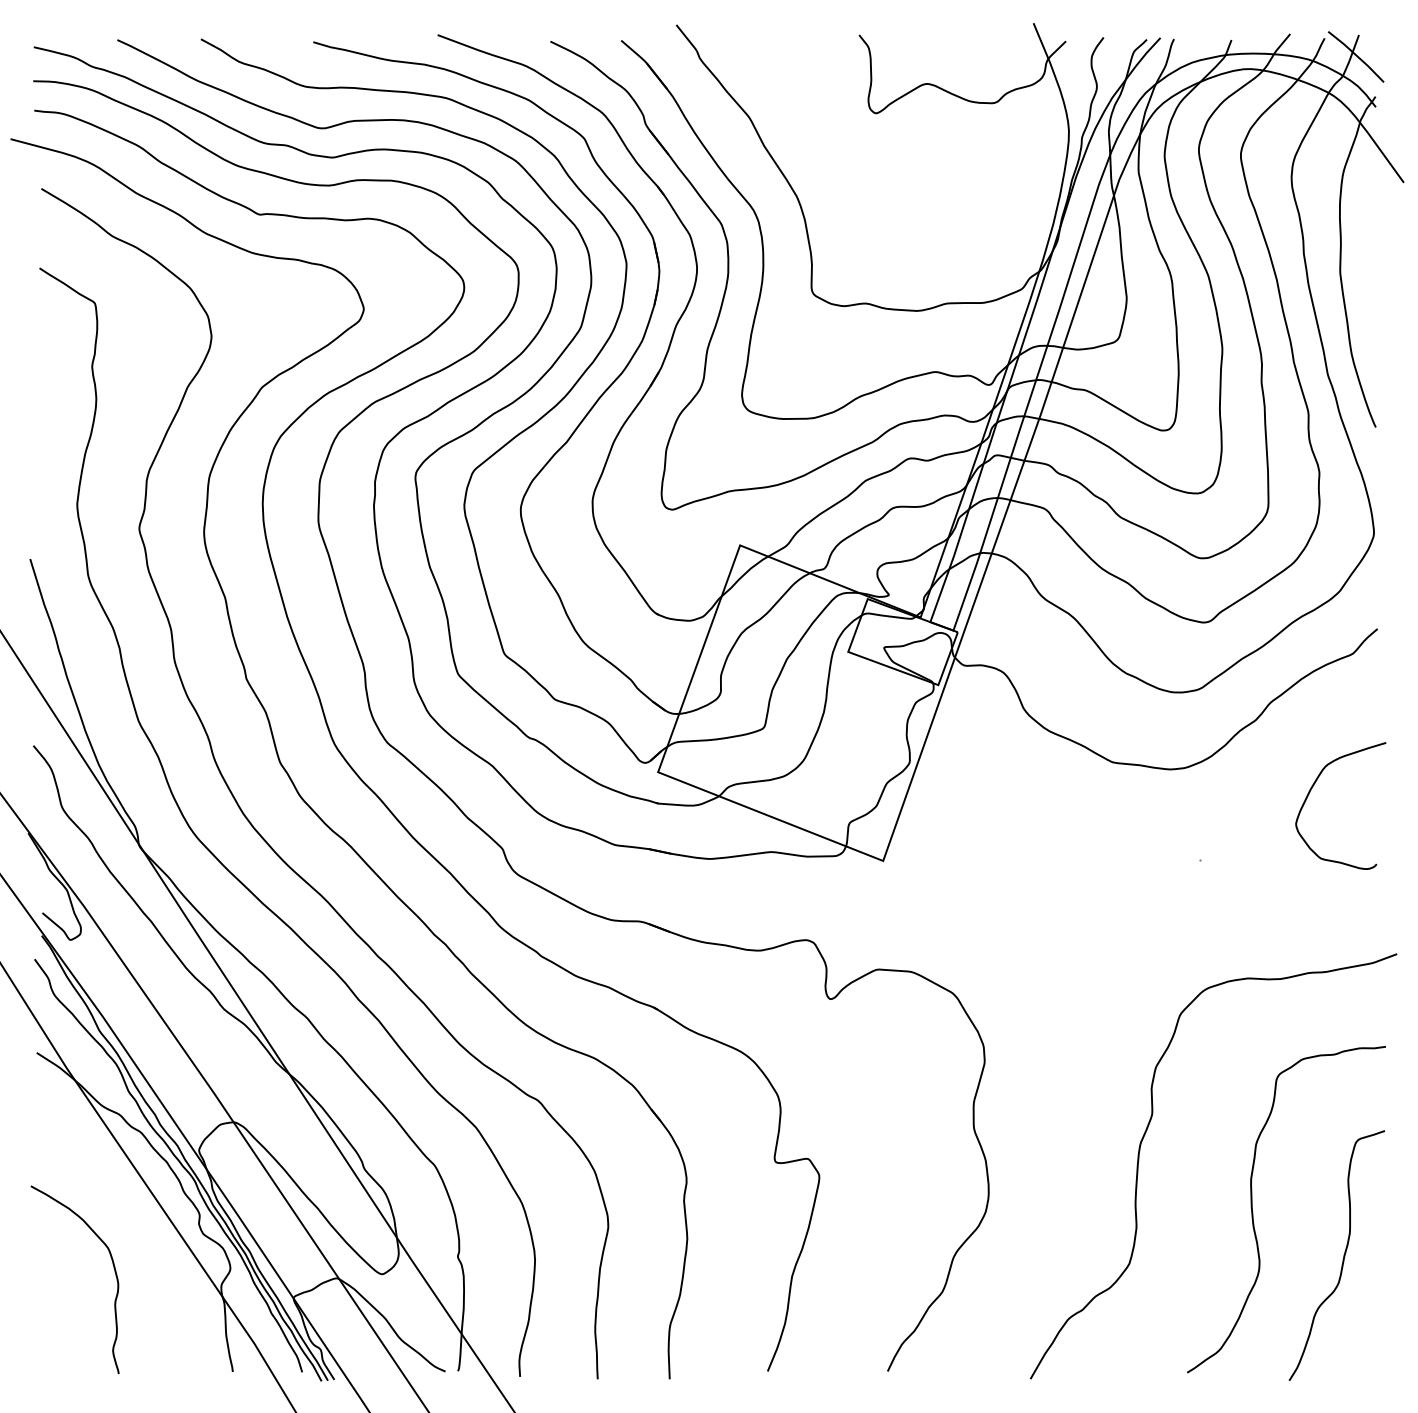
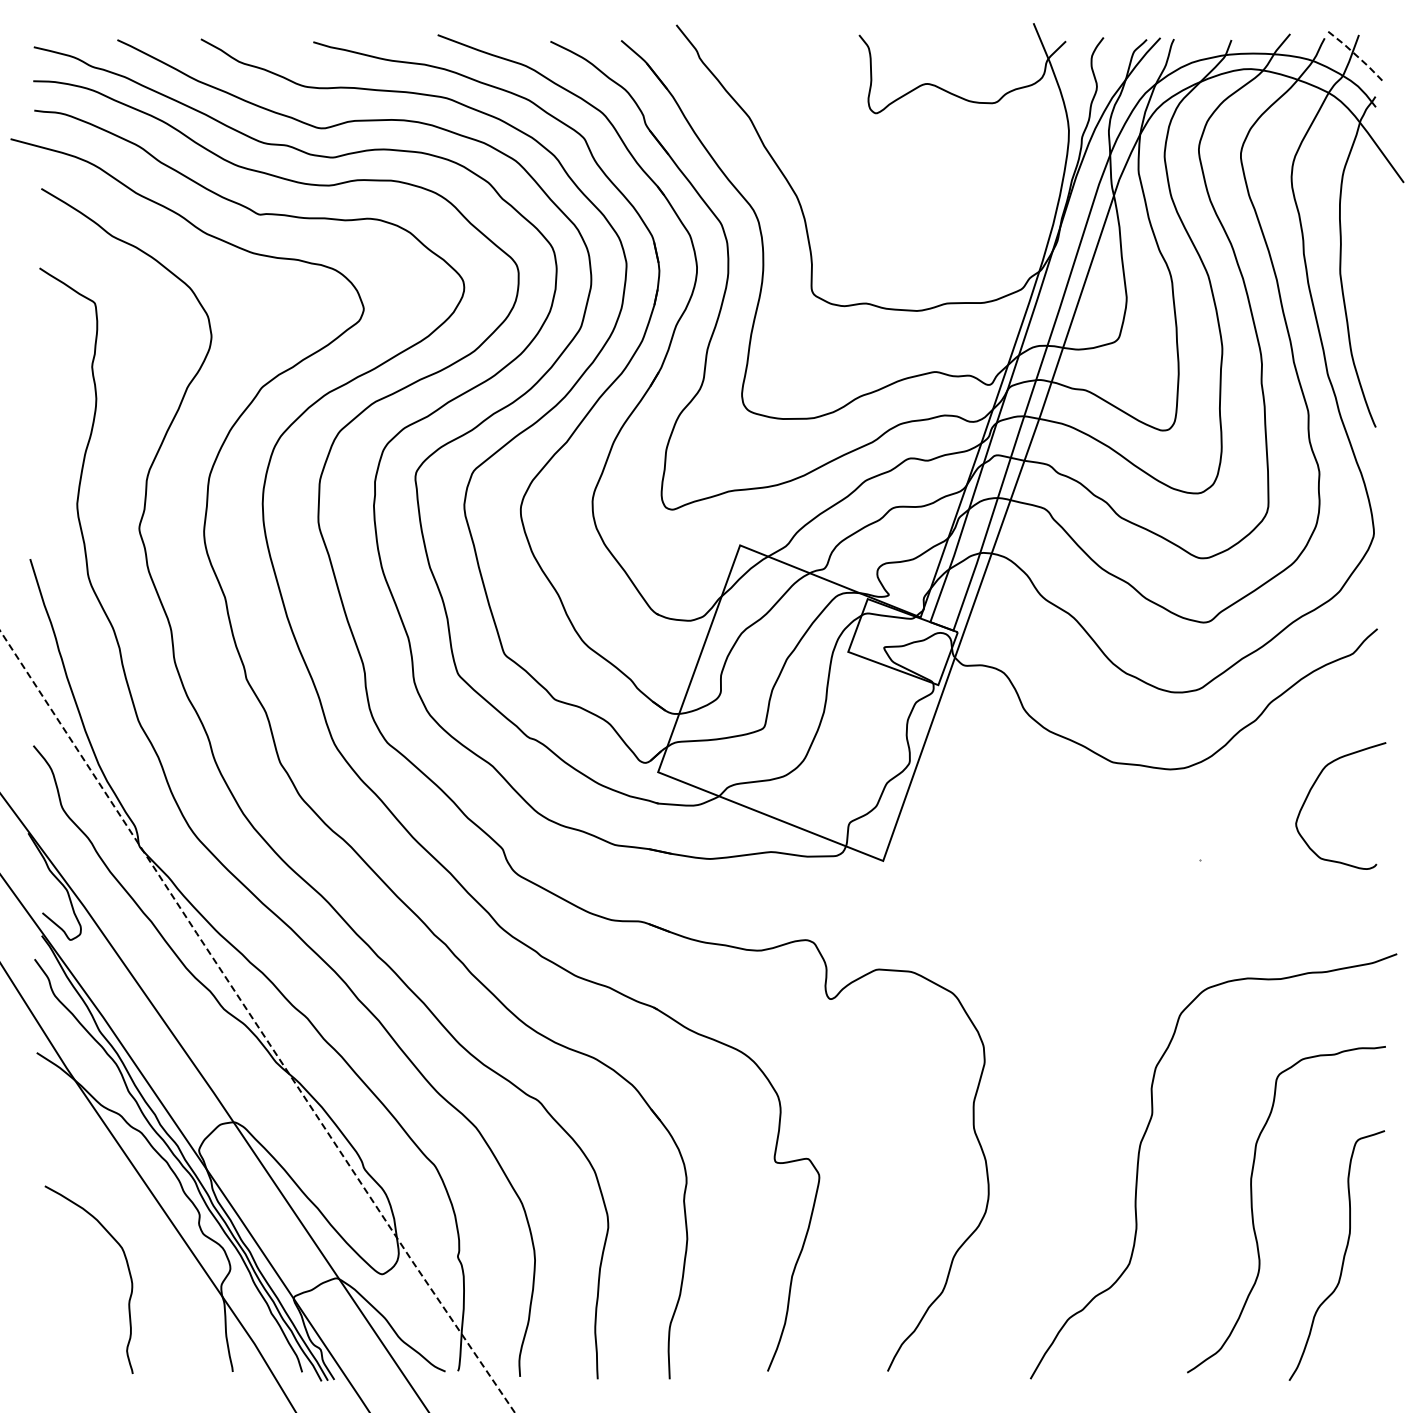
line at (1357, 56): solid -> dashed
line at (255, 1022): solid -> dashed
curve at (113, 1268) position: (113, 1268) -> (127, 1268)
